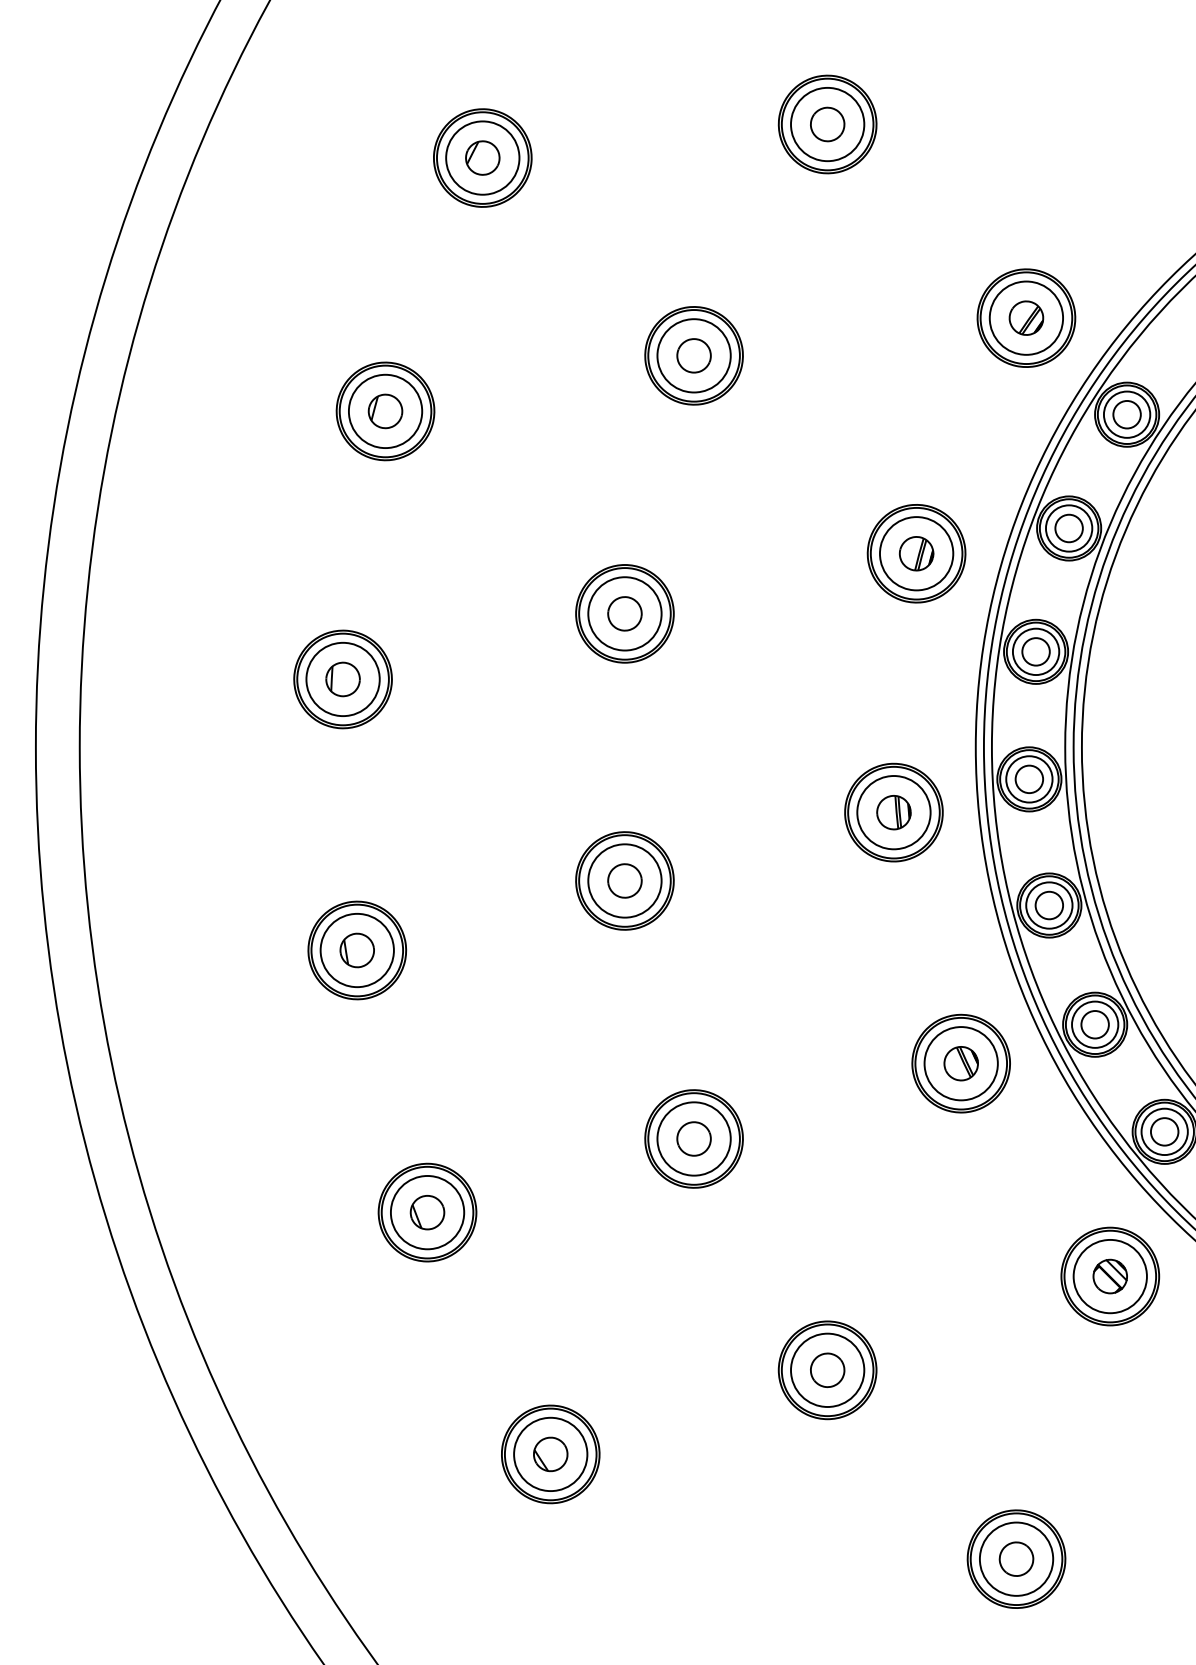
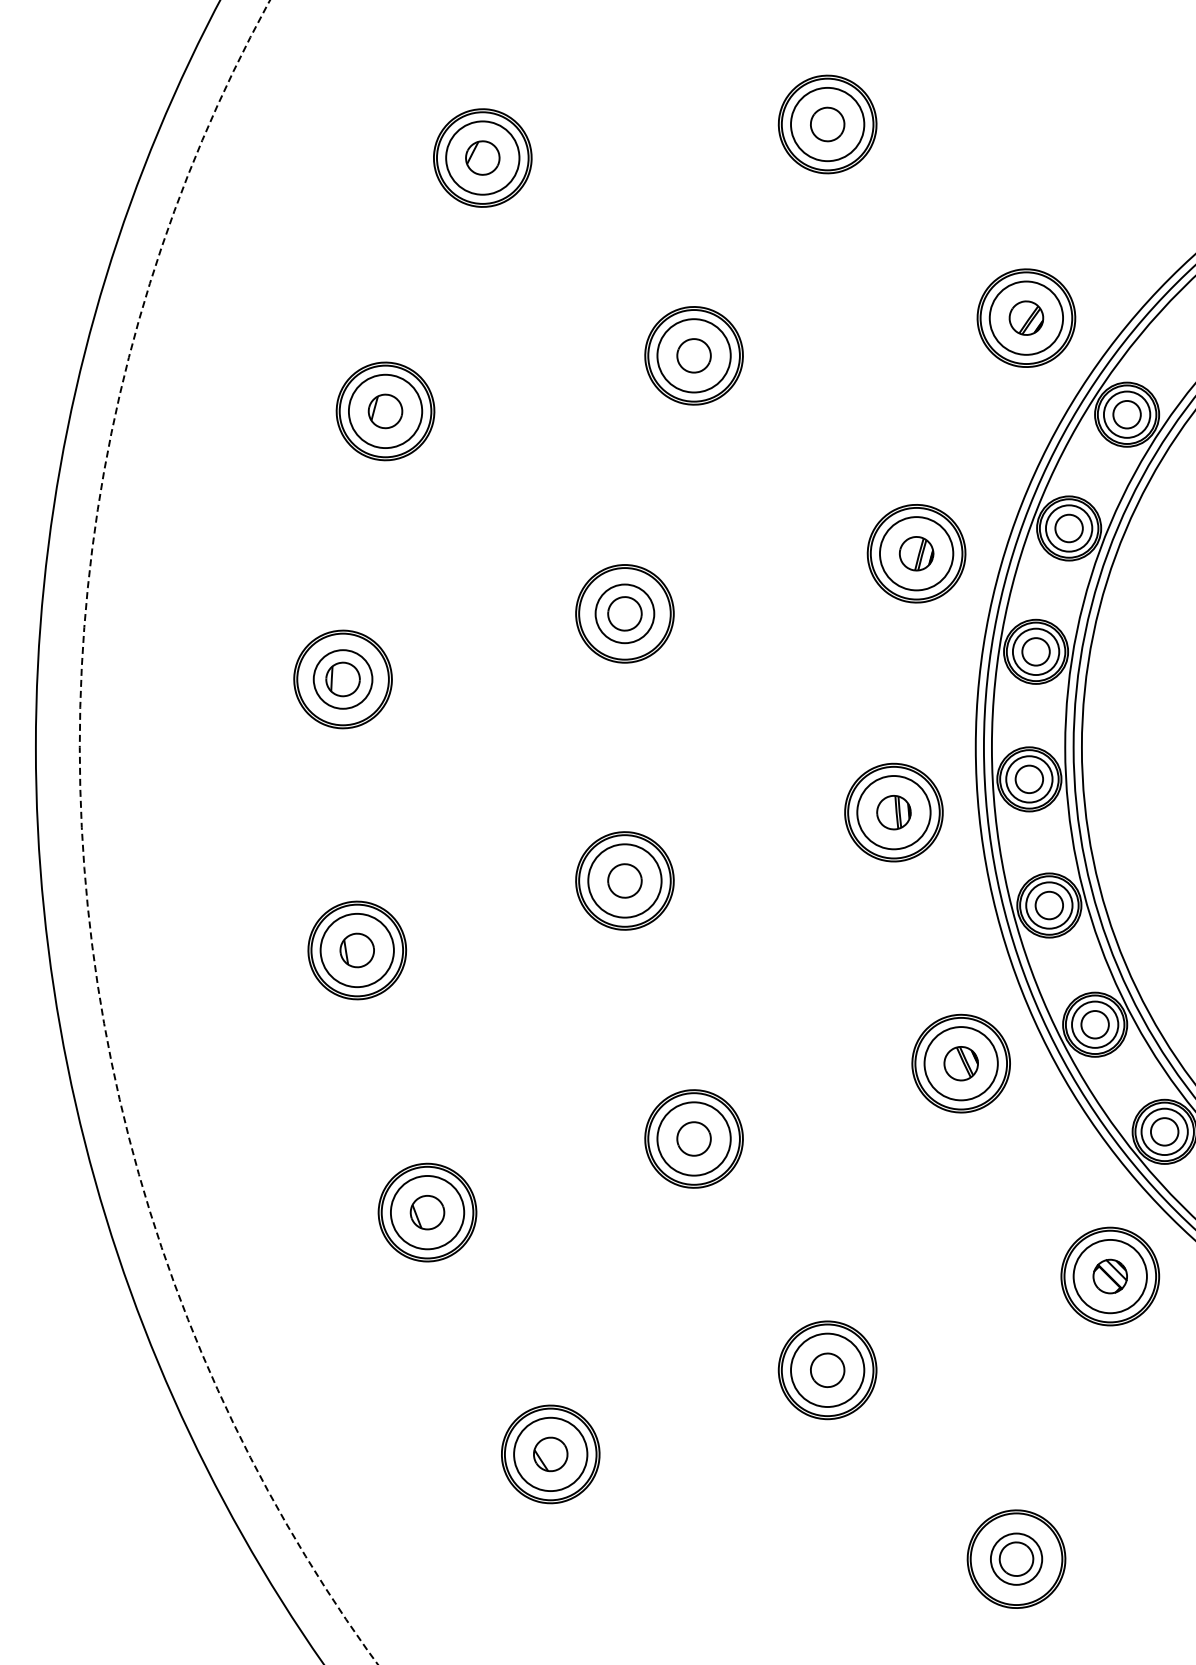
circle at (624, 613) diameter: 73 px -> 59 px
circle at (342, 679) diameter: 73 px -> 59 px
circle at (228, 832): solid -> dashed
circle at (1016, 1558) diameter: 73 px -> 51 px
